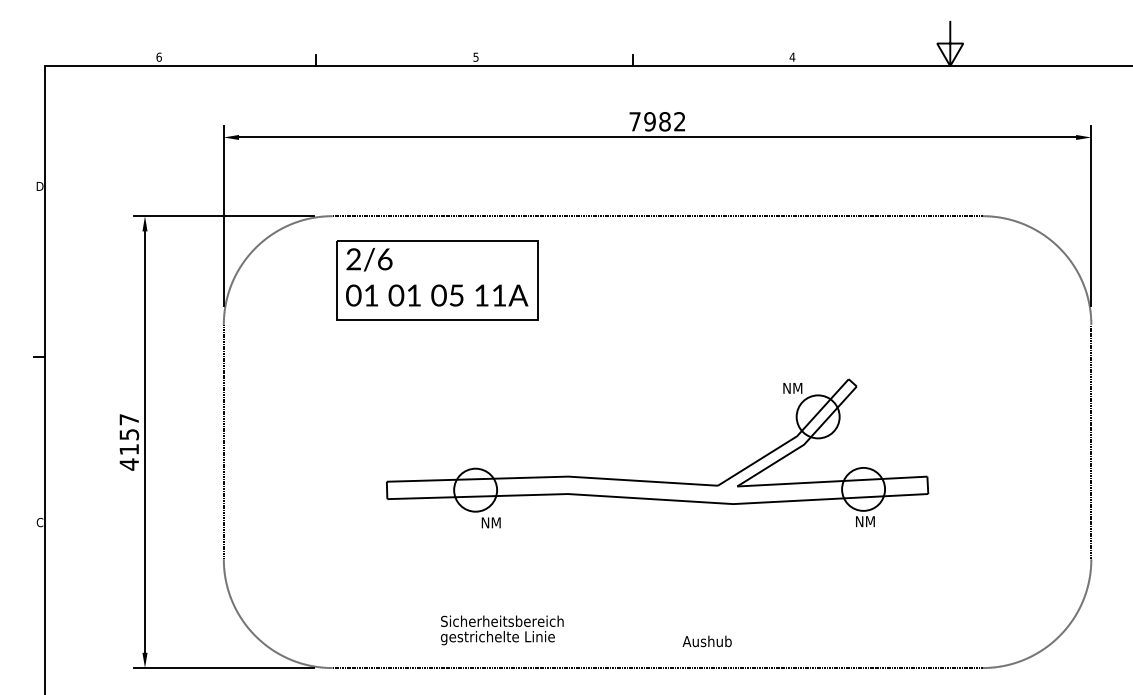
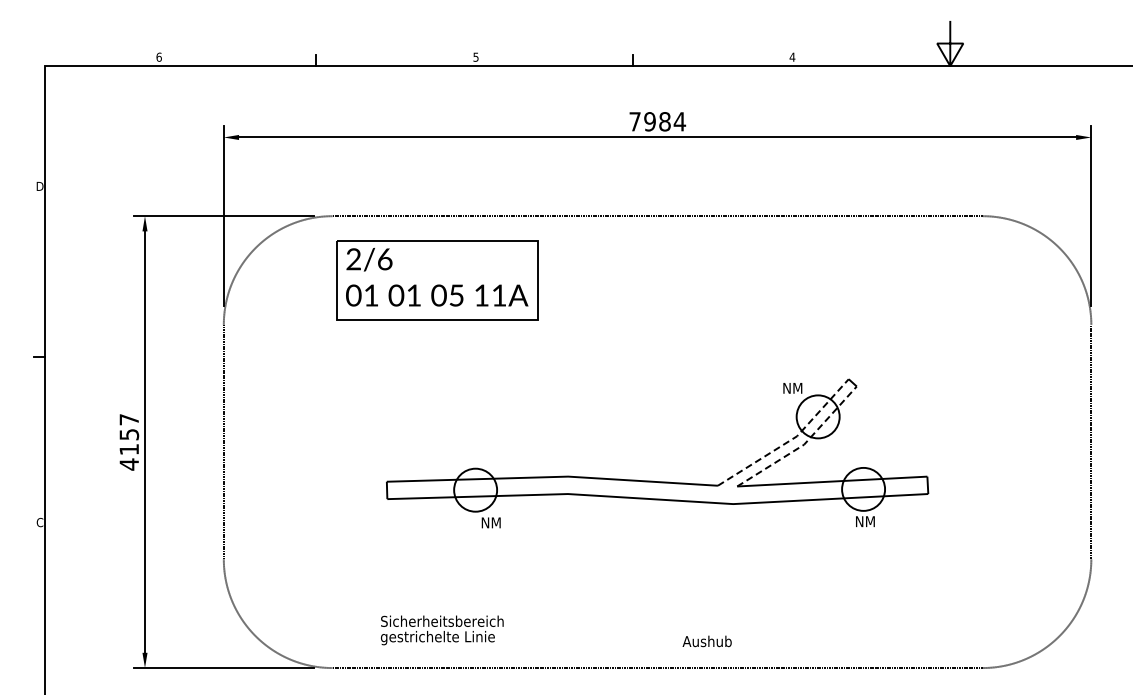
text at (679, 121): 7982 -> 7984
line at (790, 440): solid -> dashed
line at (804, 444): solid -> dashed
text at (502, 630) position: (502, 630) -> (442, 630)
